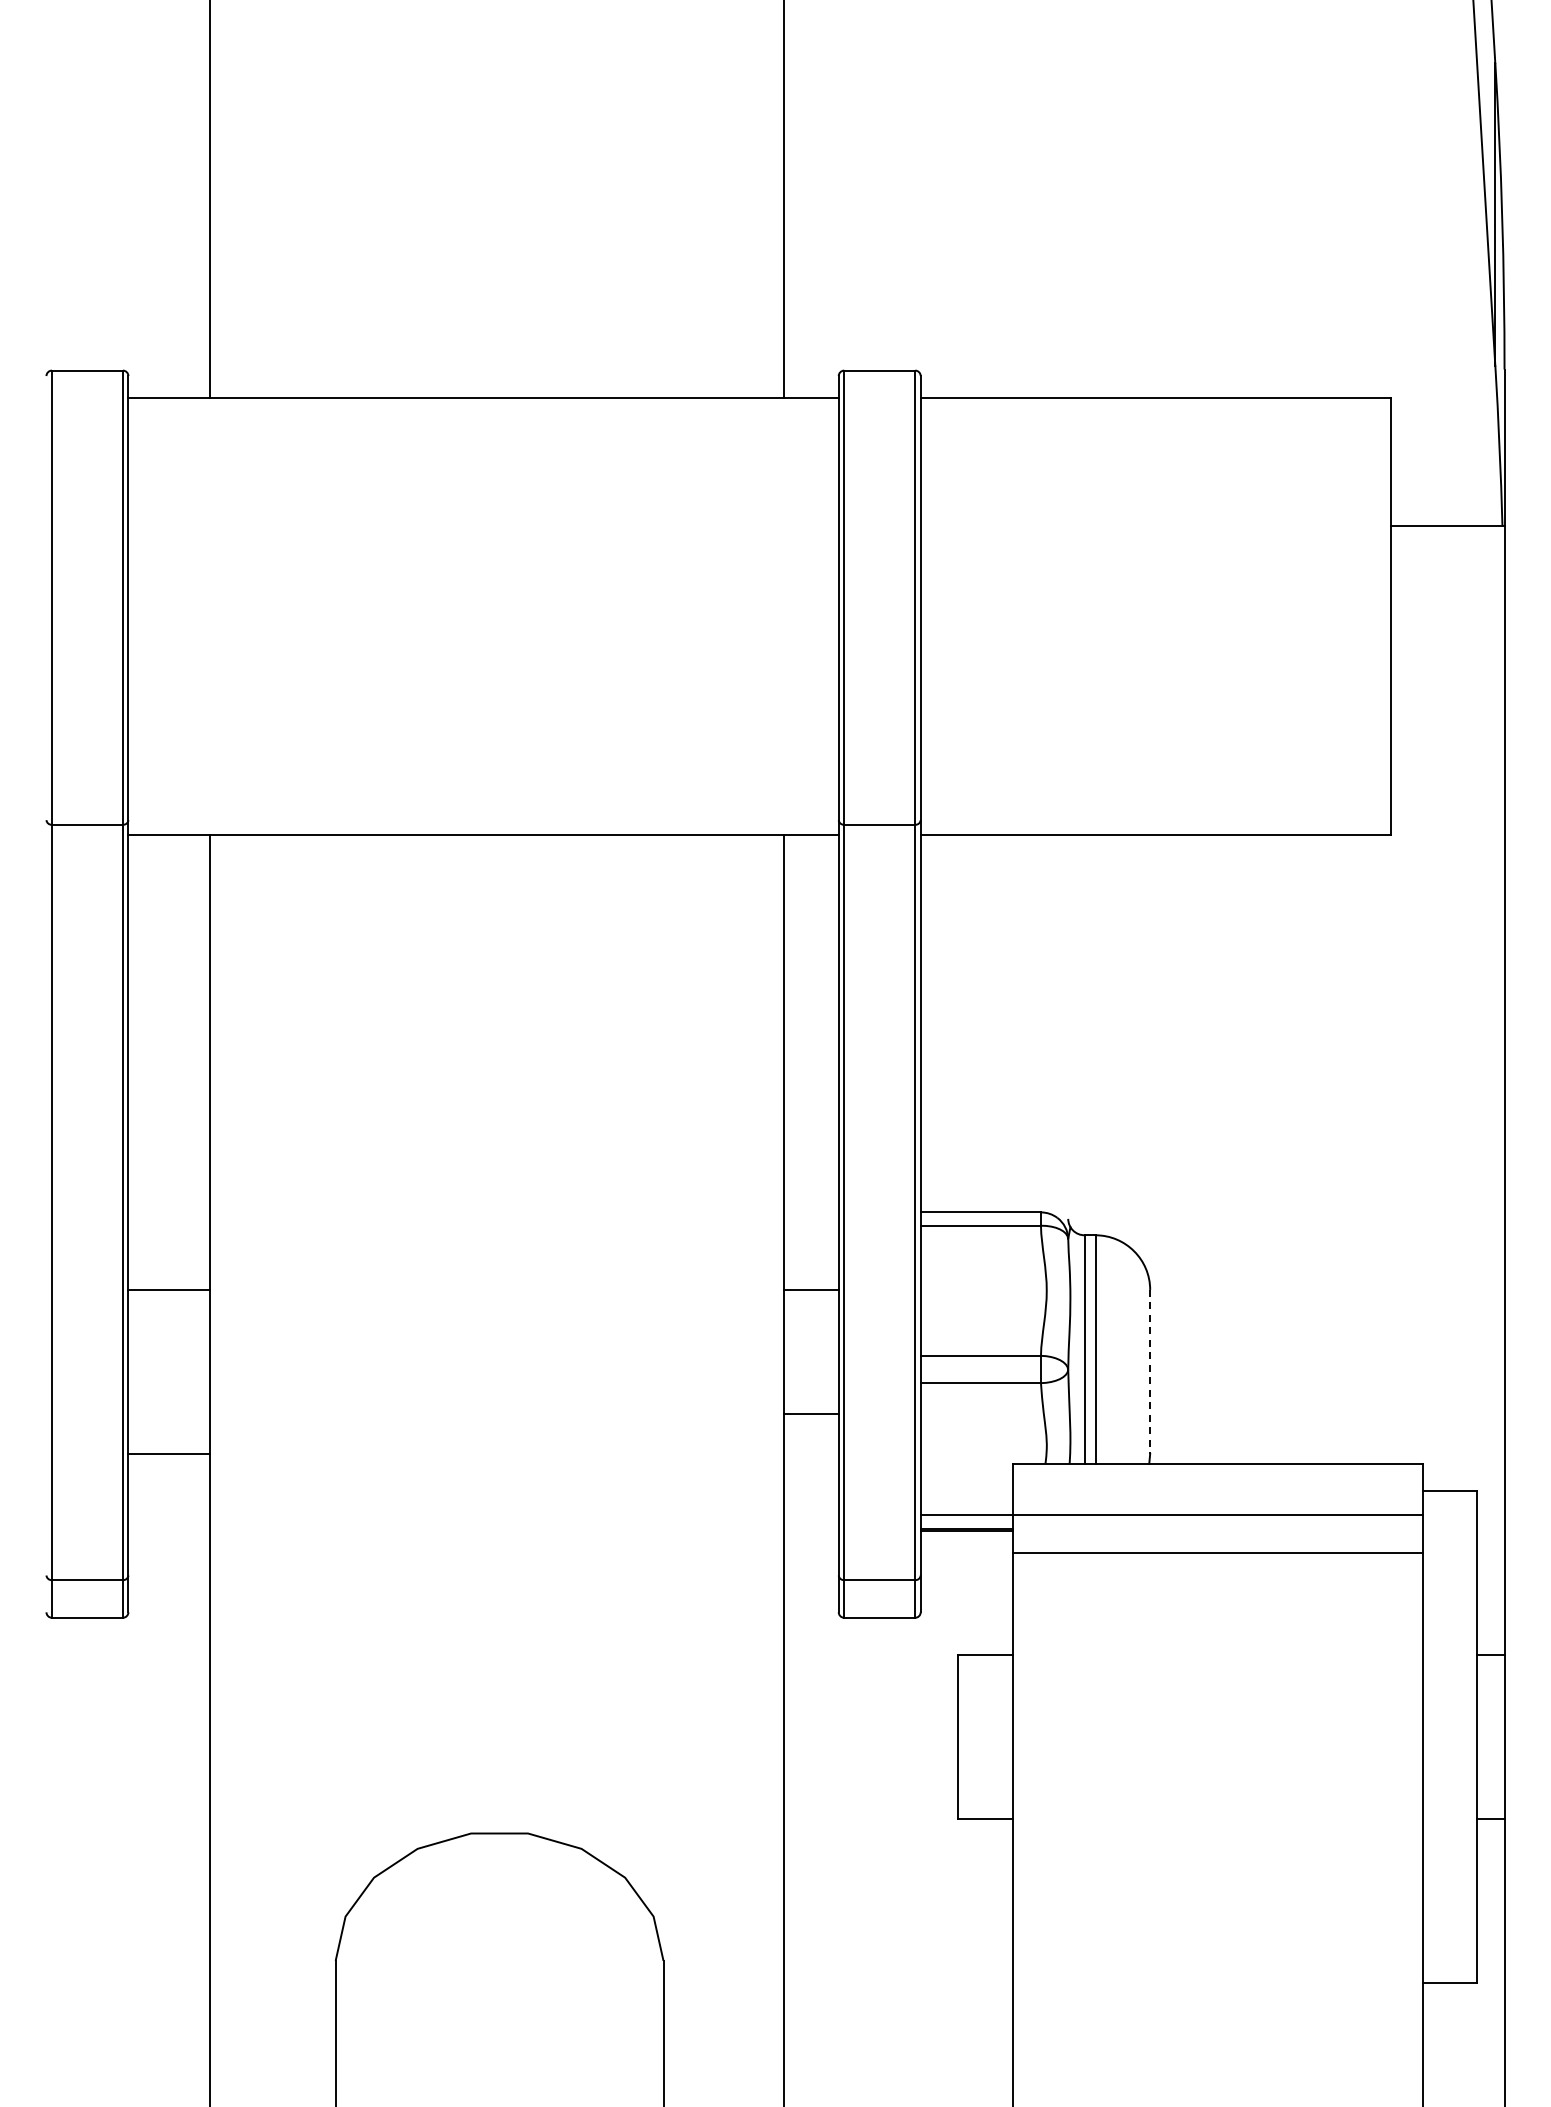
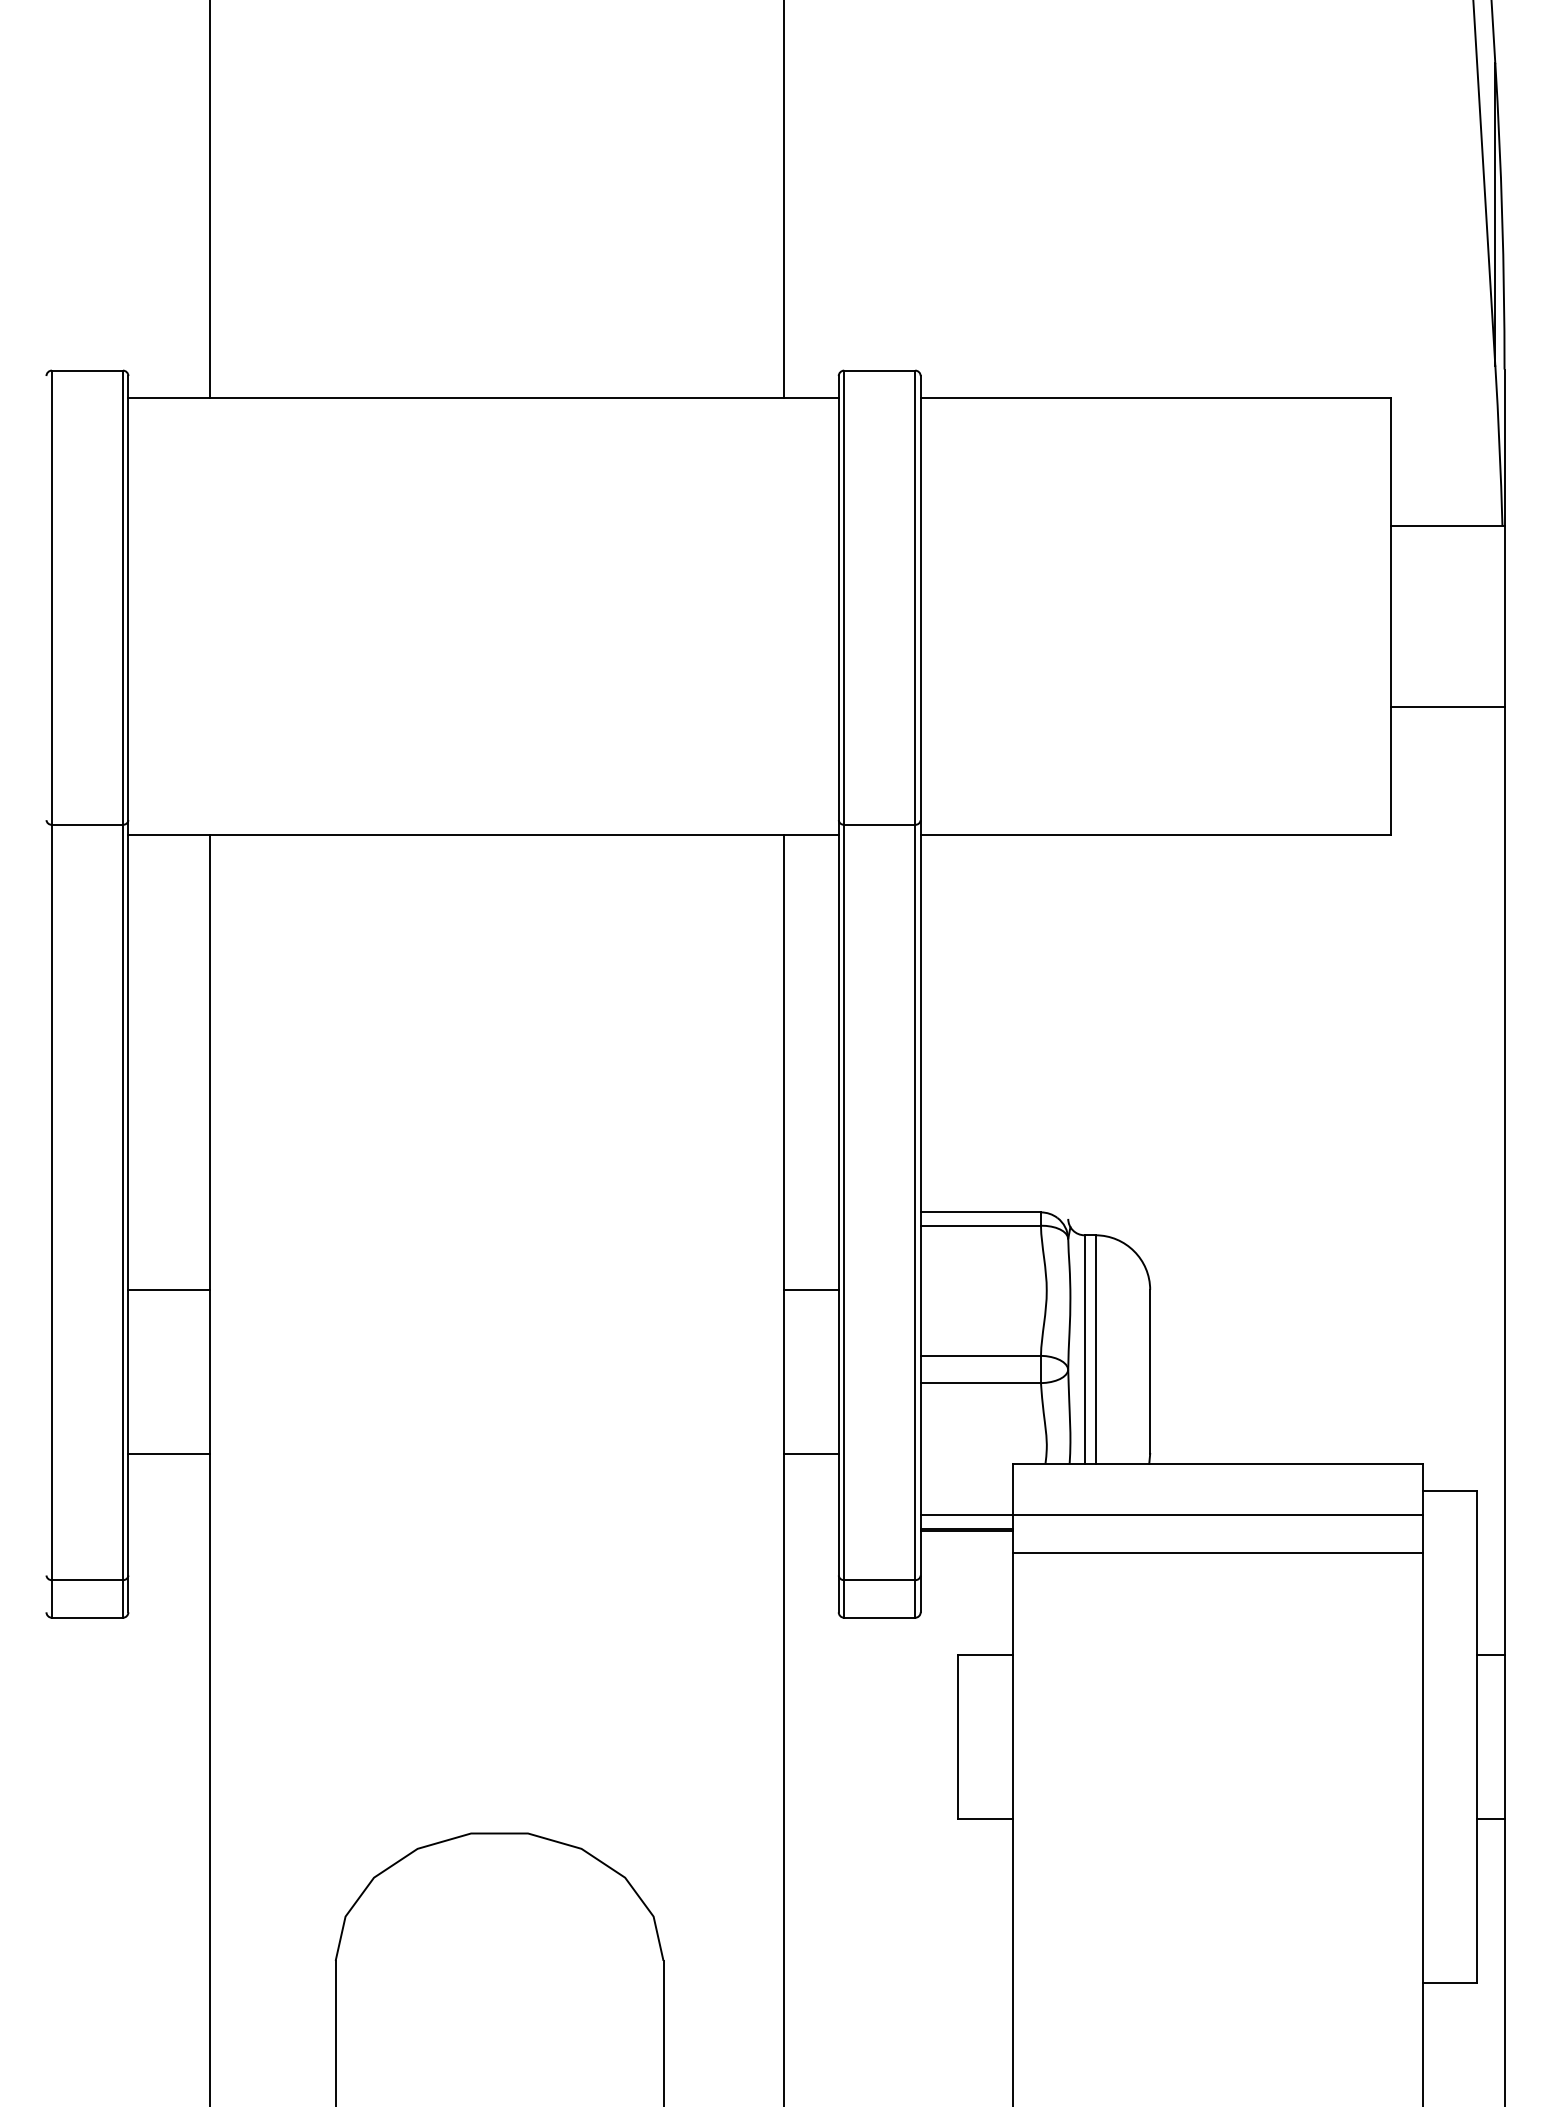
line at (1447, 706): none -> present
line at (1150, 1371): dashed -> solid
line at (811, 1413) position: (811, 1413) -> (811, 1453)
